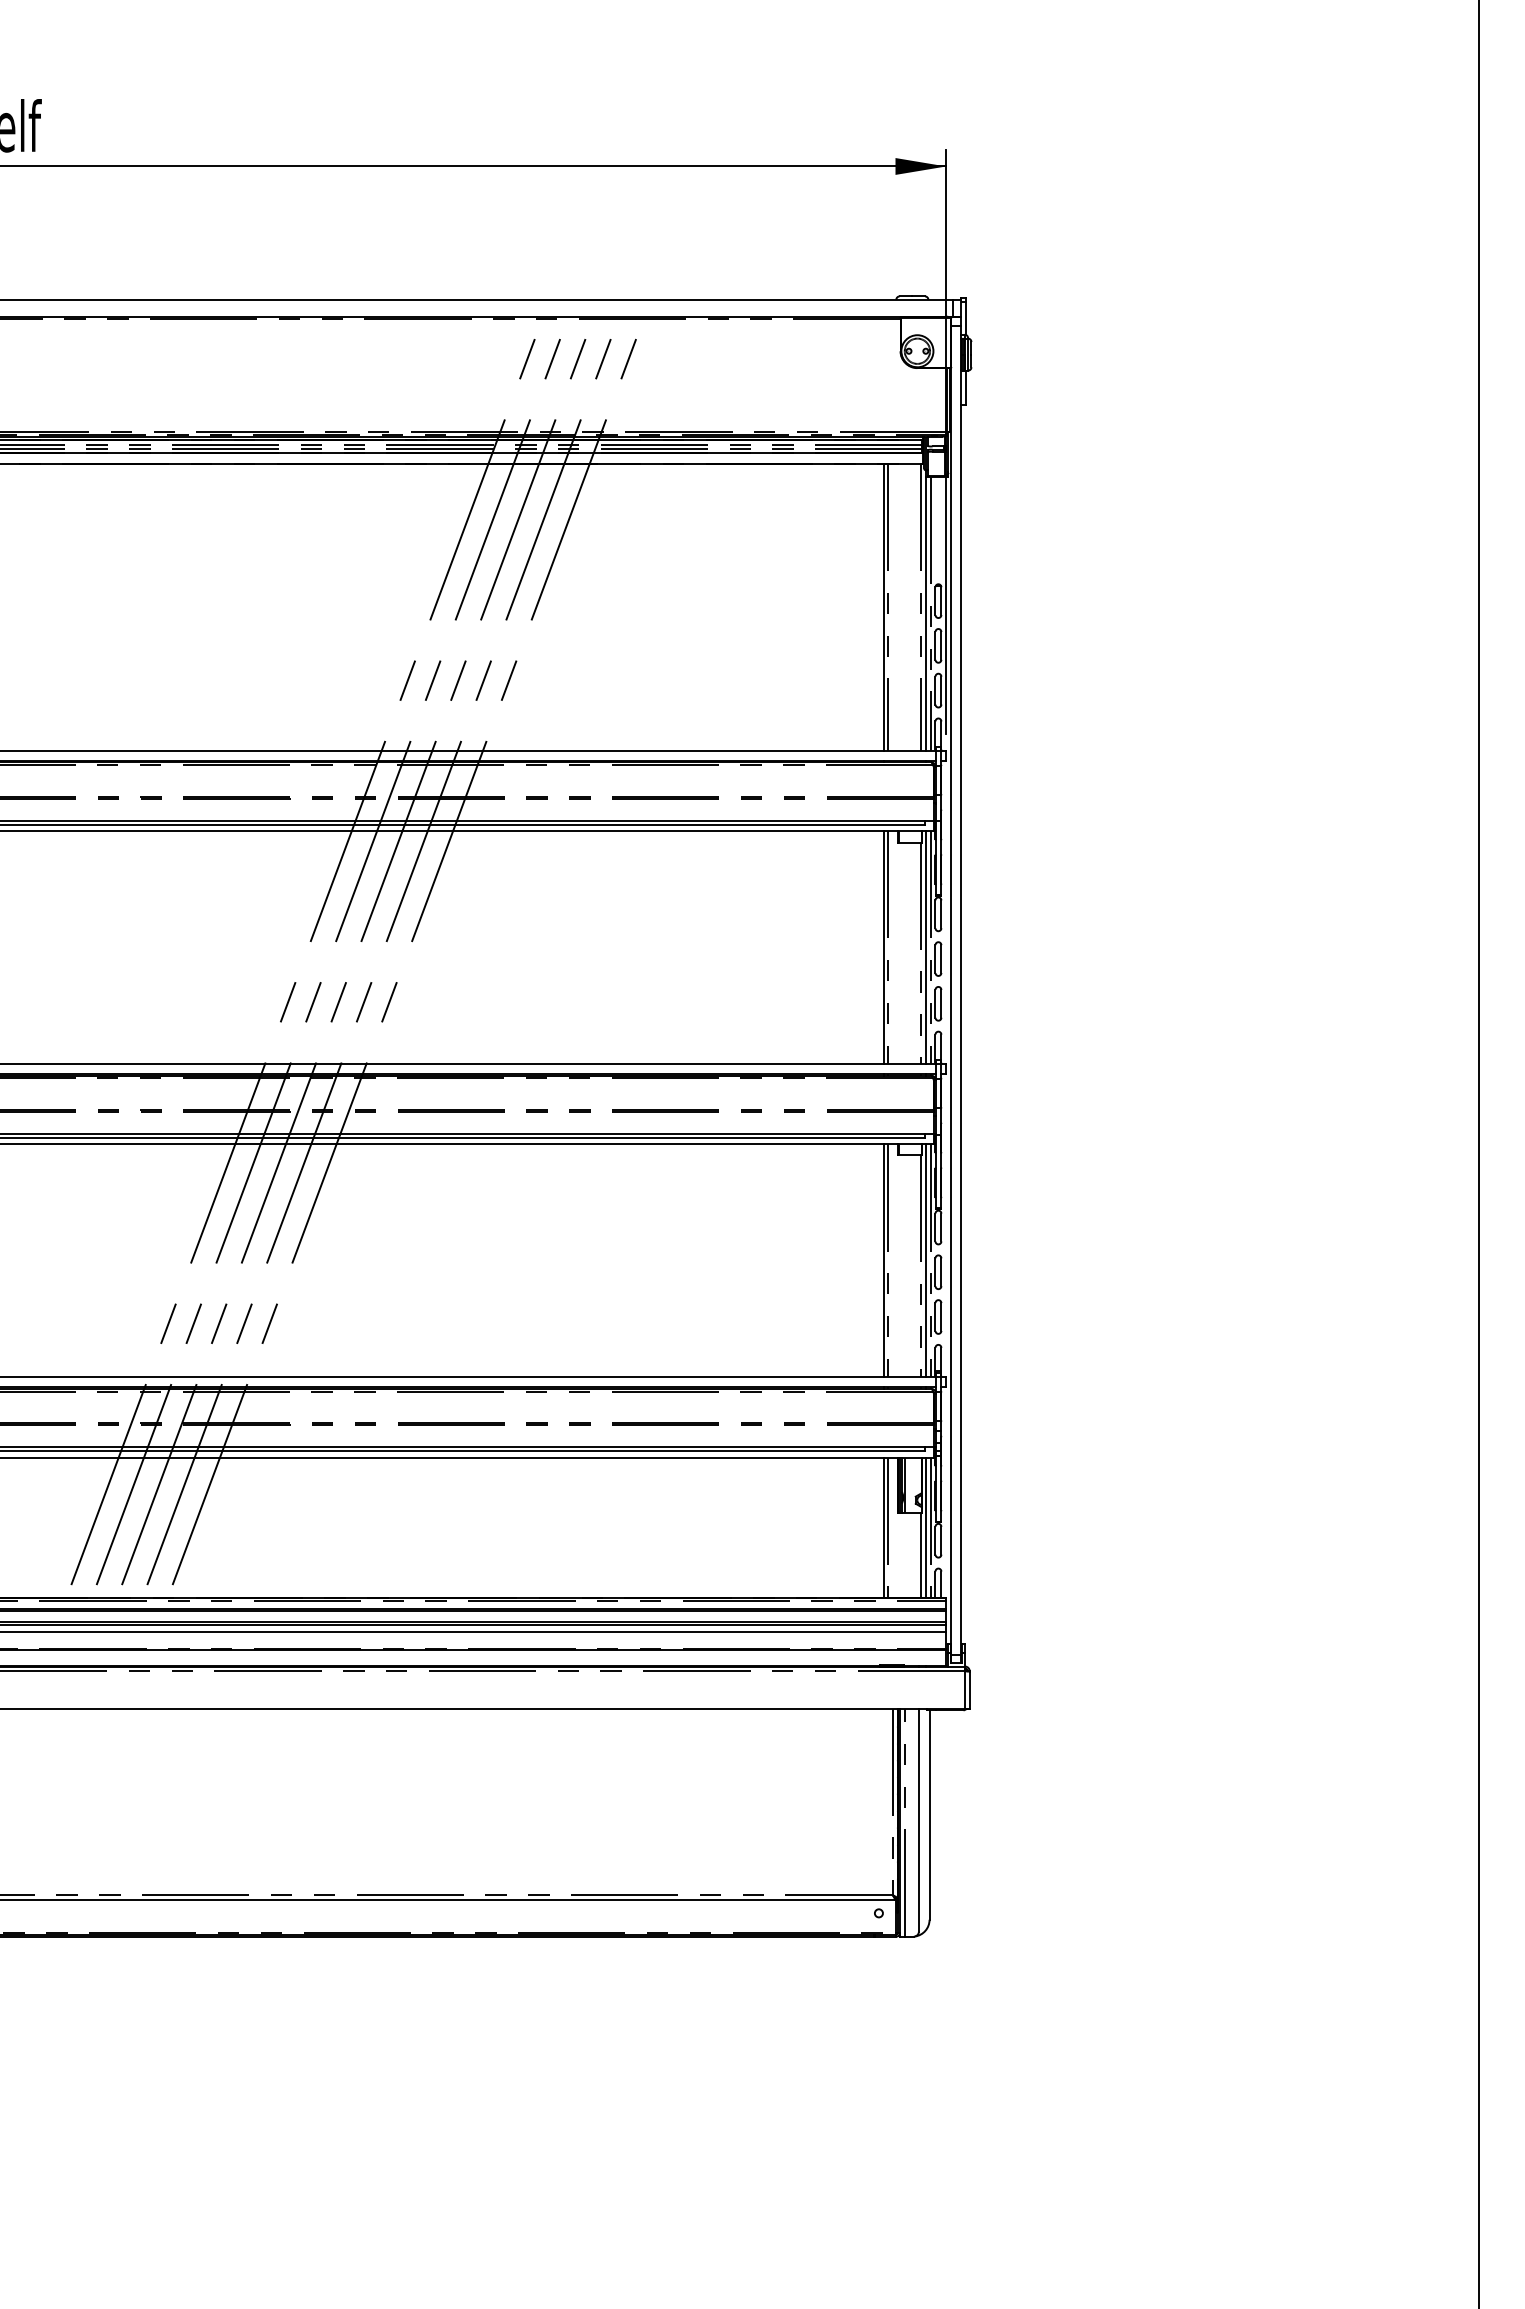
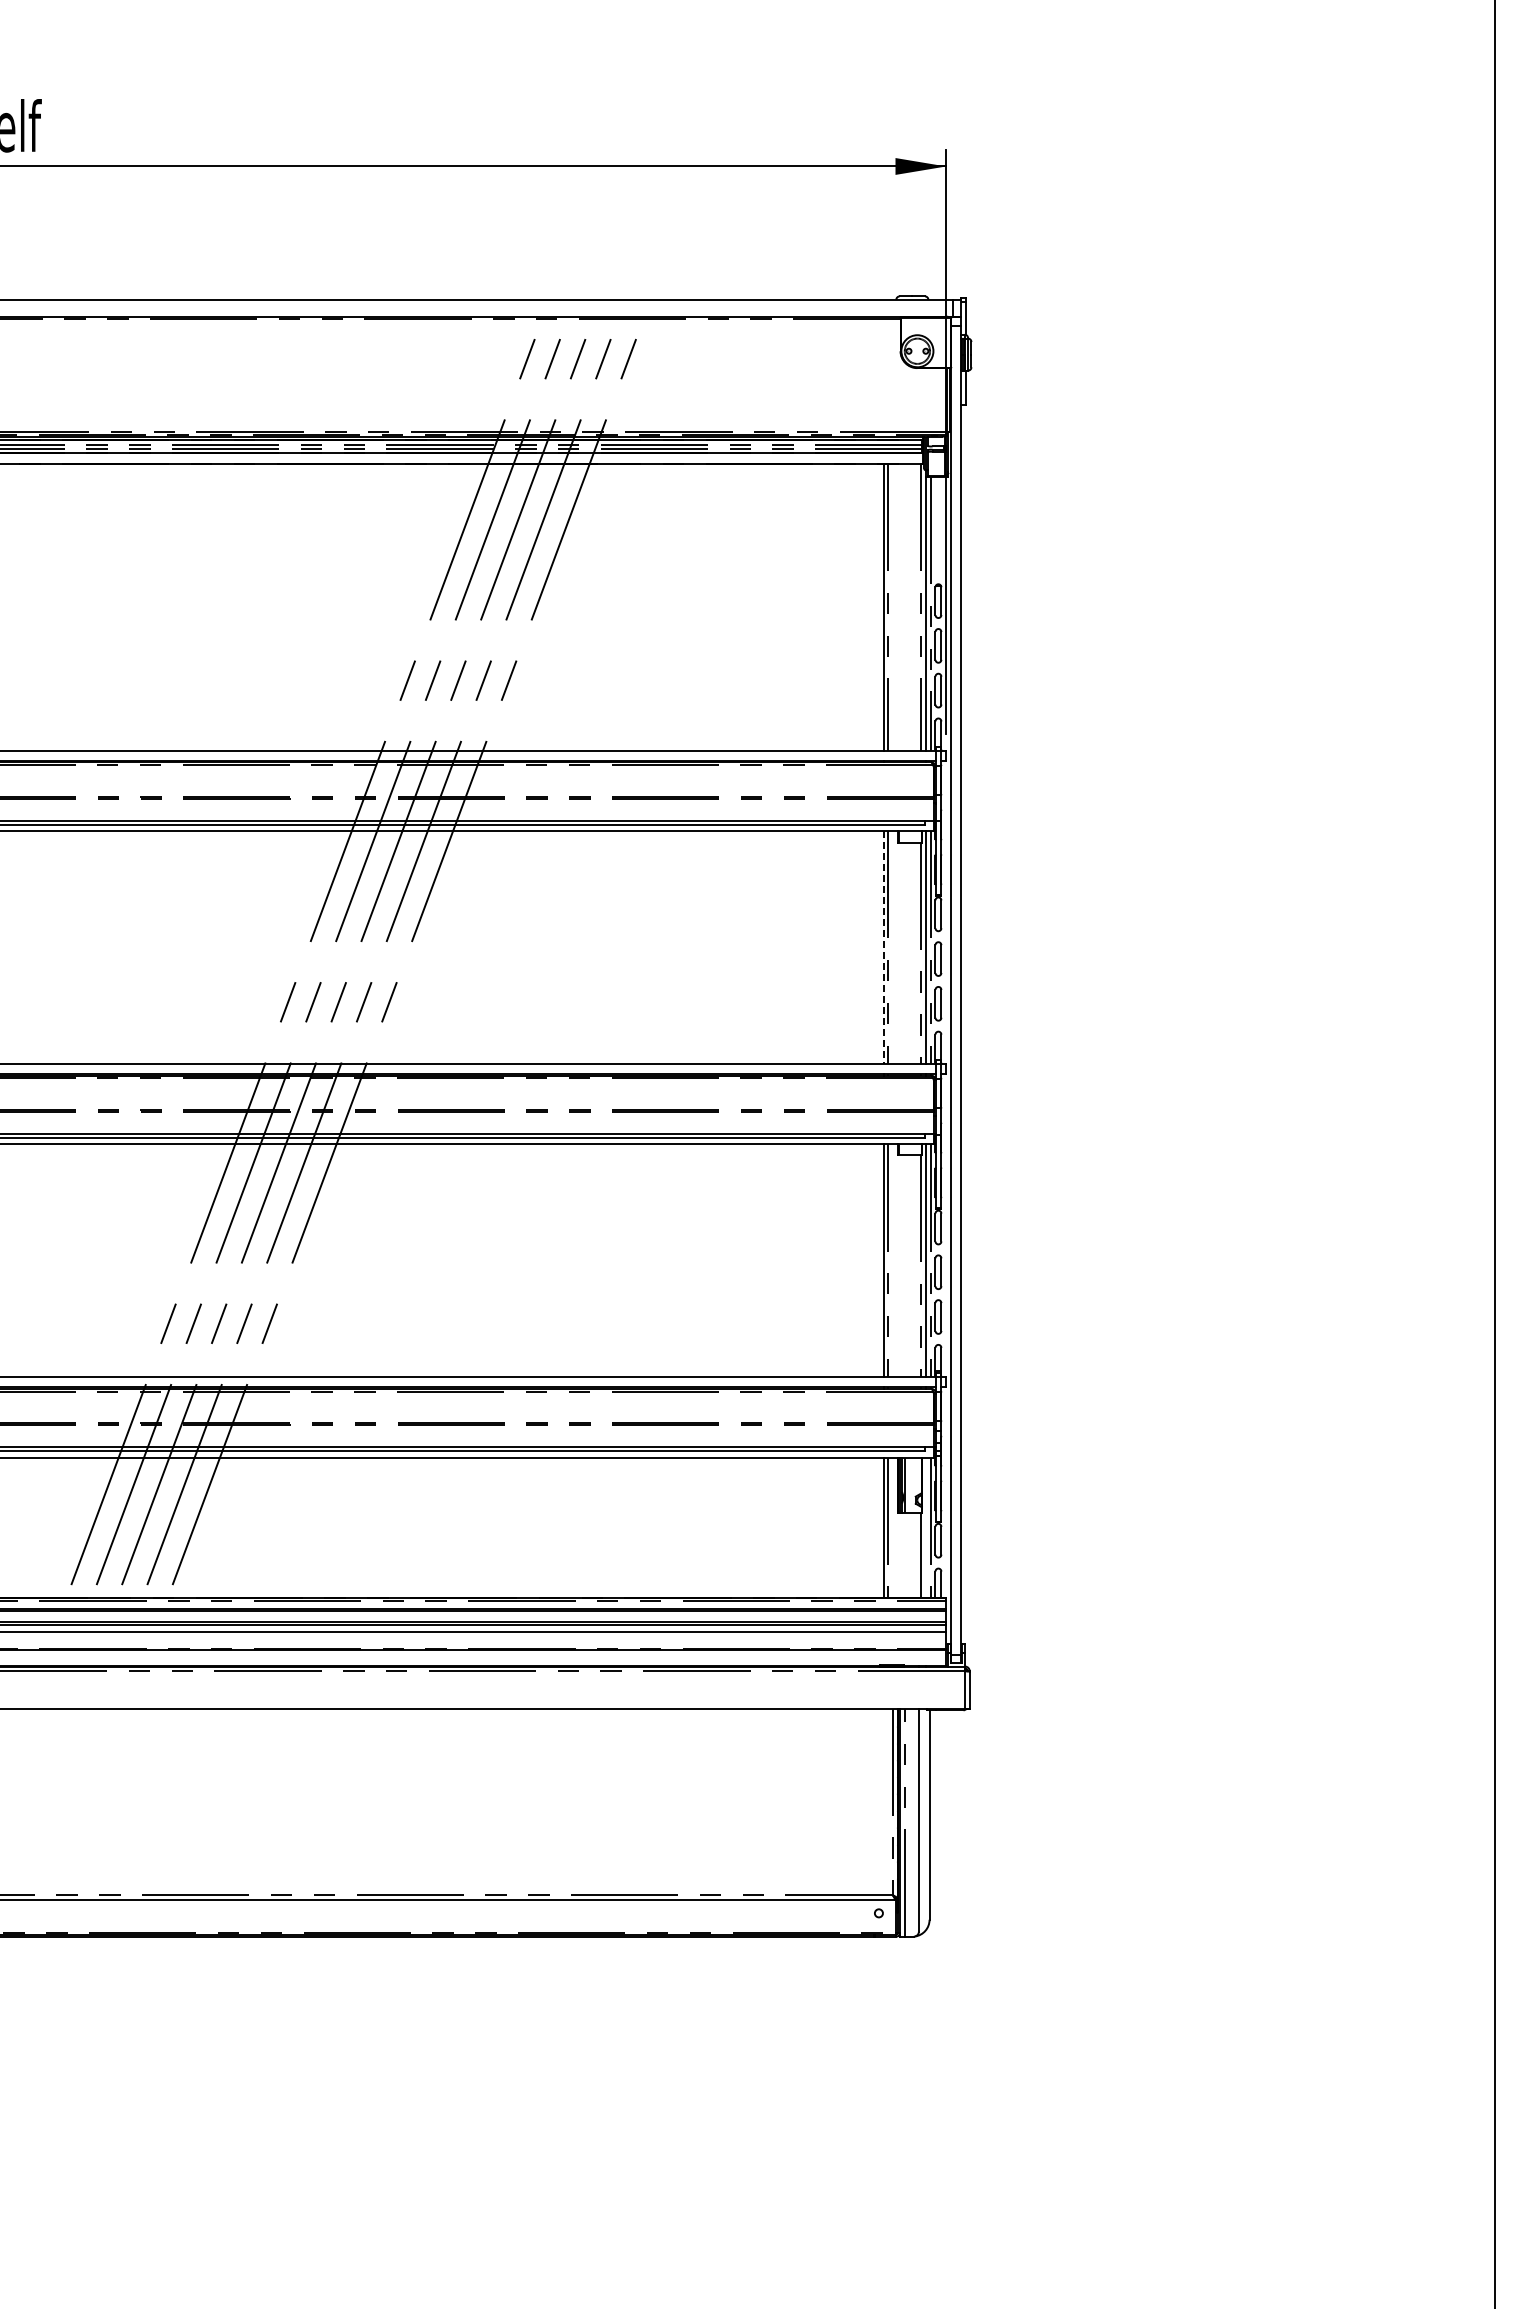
line at (883, 948): solid -> dashed
line at (1479, 1153) position: (1479, 1153) -> (1495, 1153)
line at (925, 1527): present -> none
